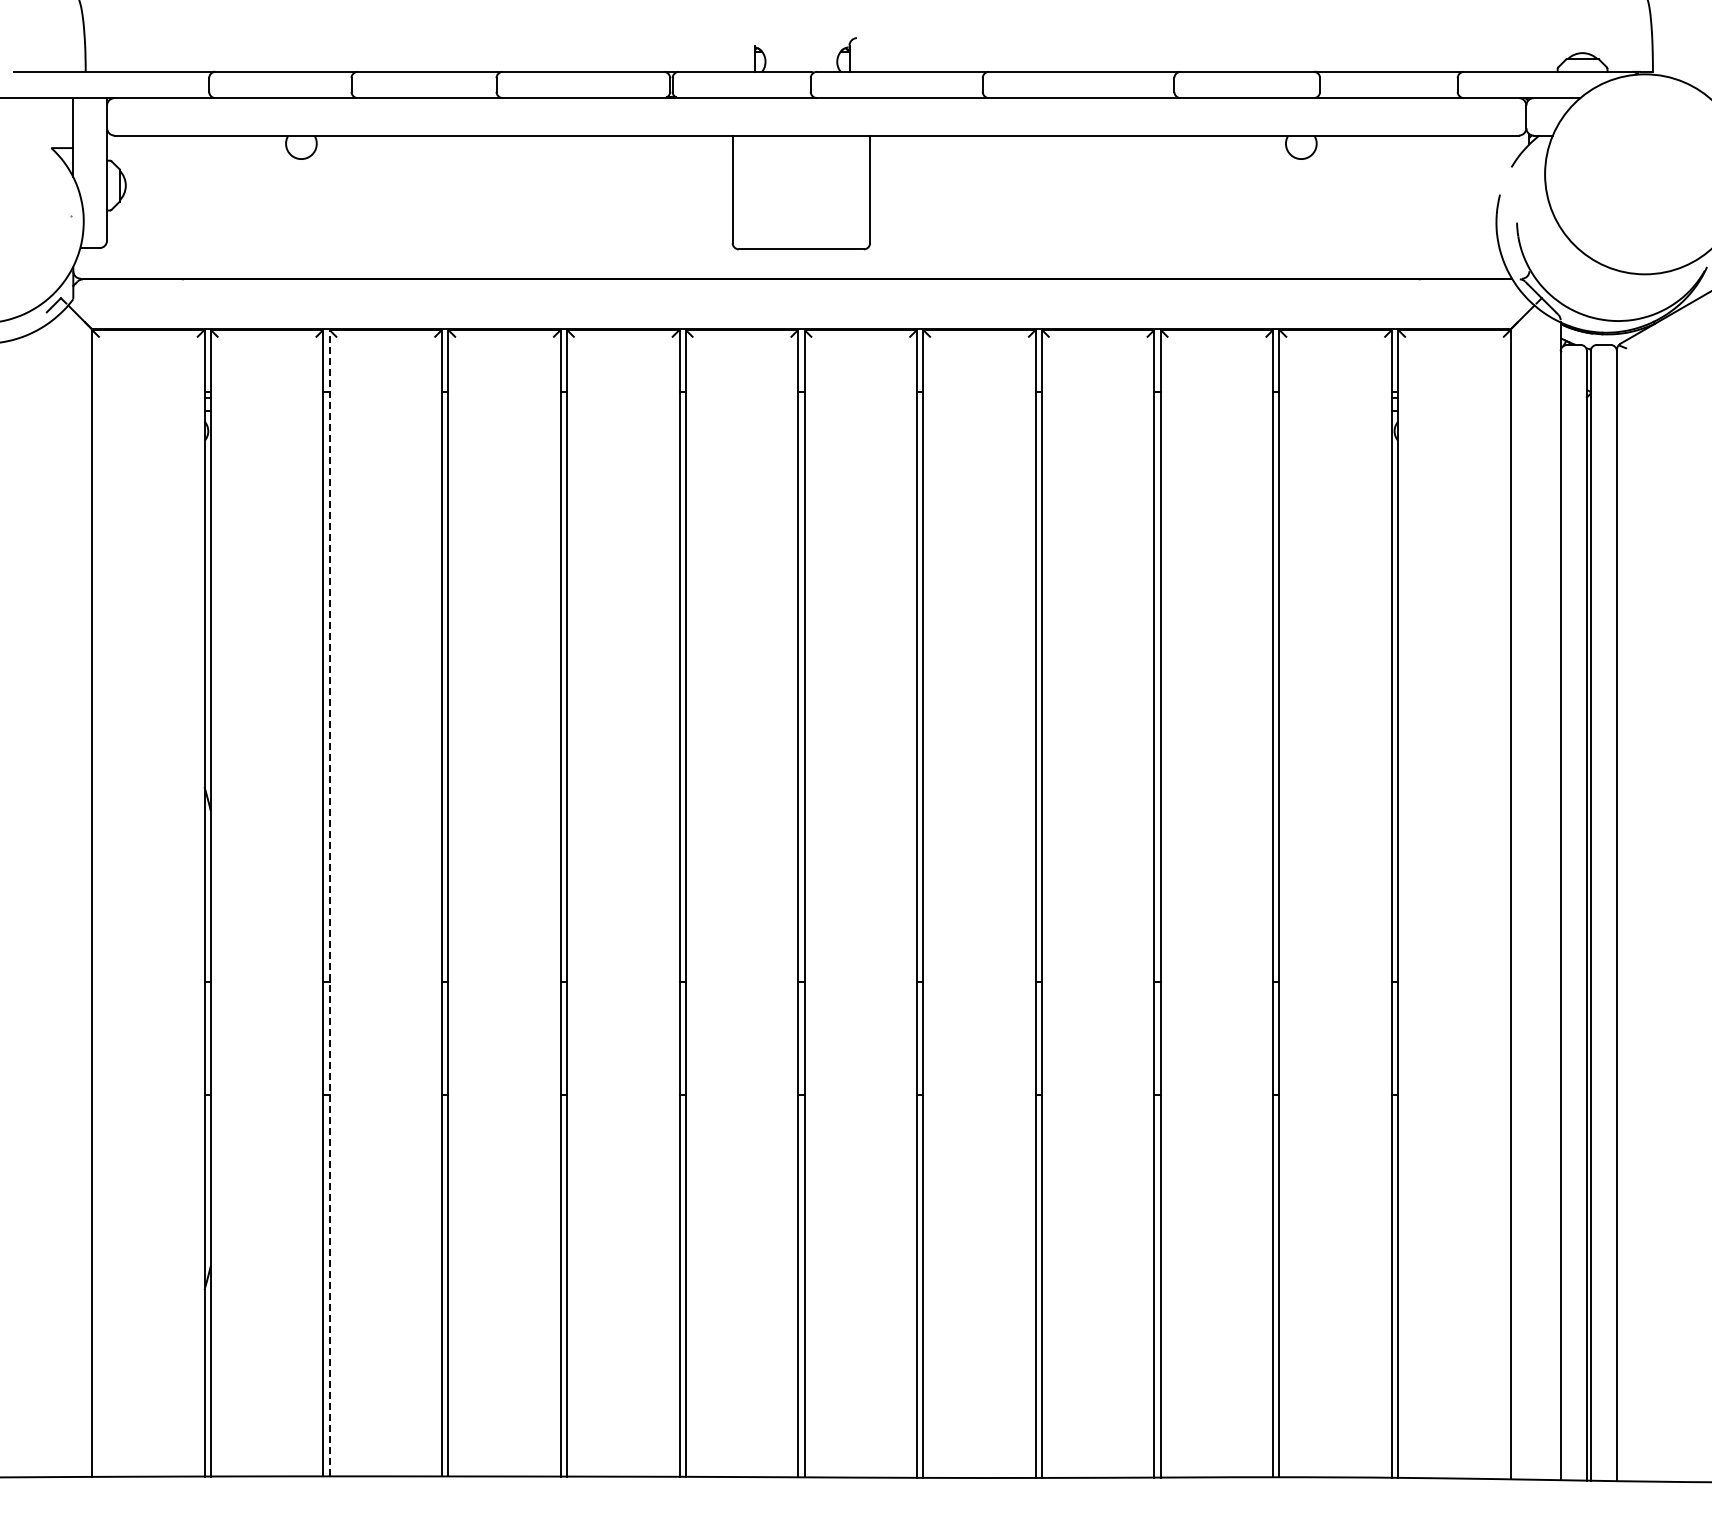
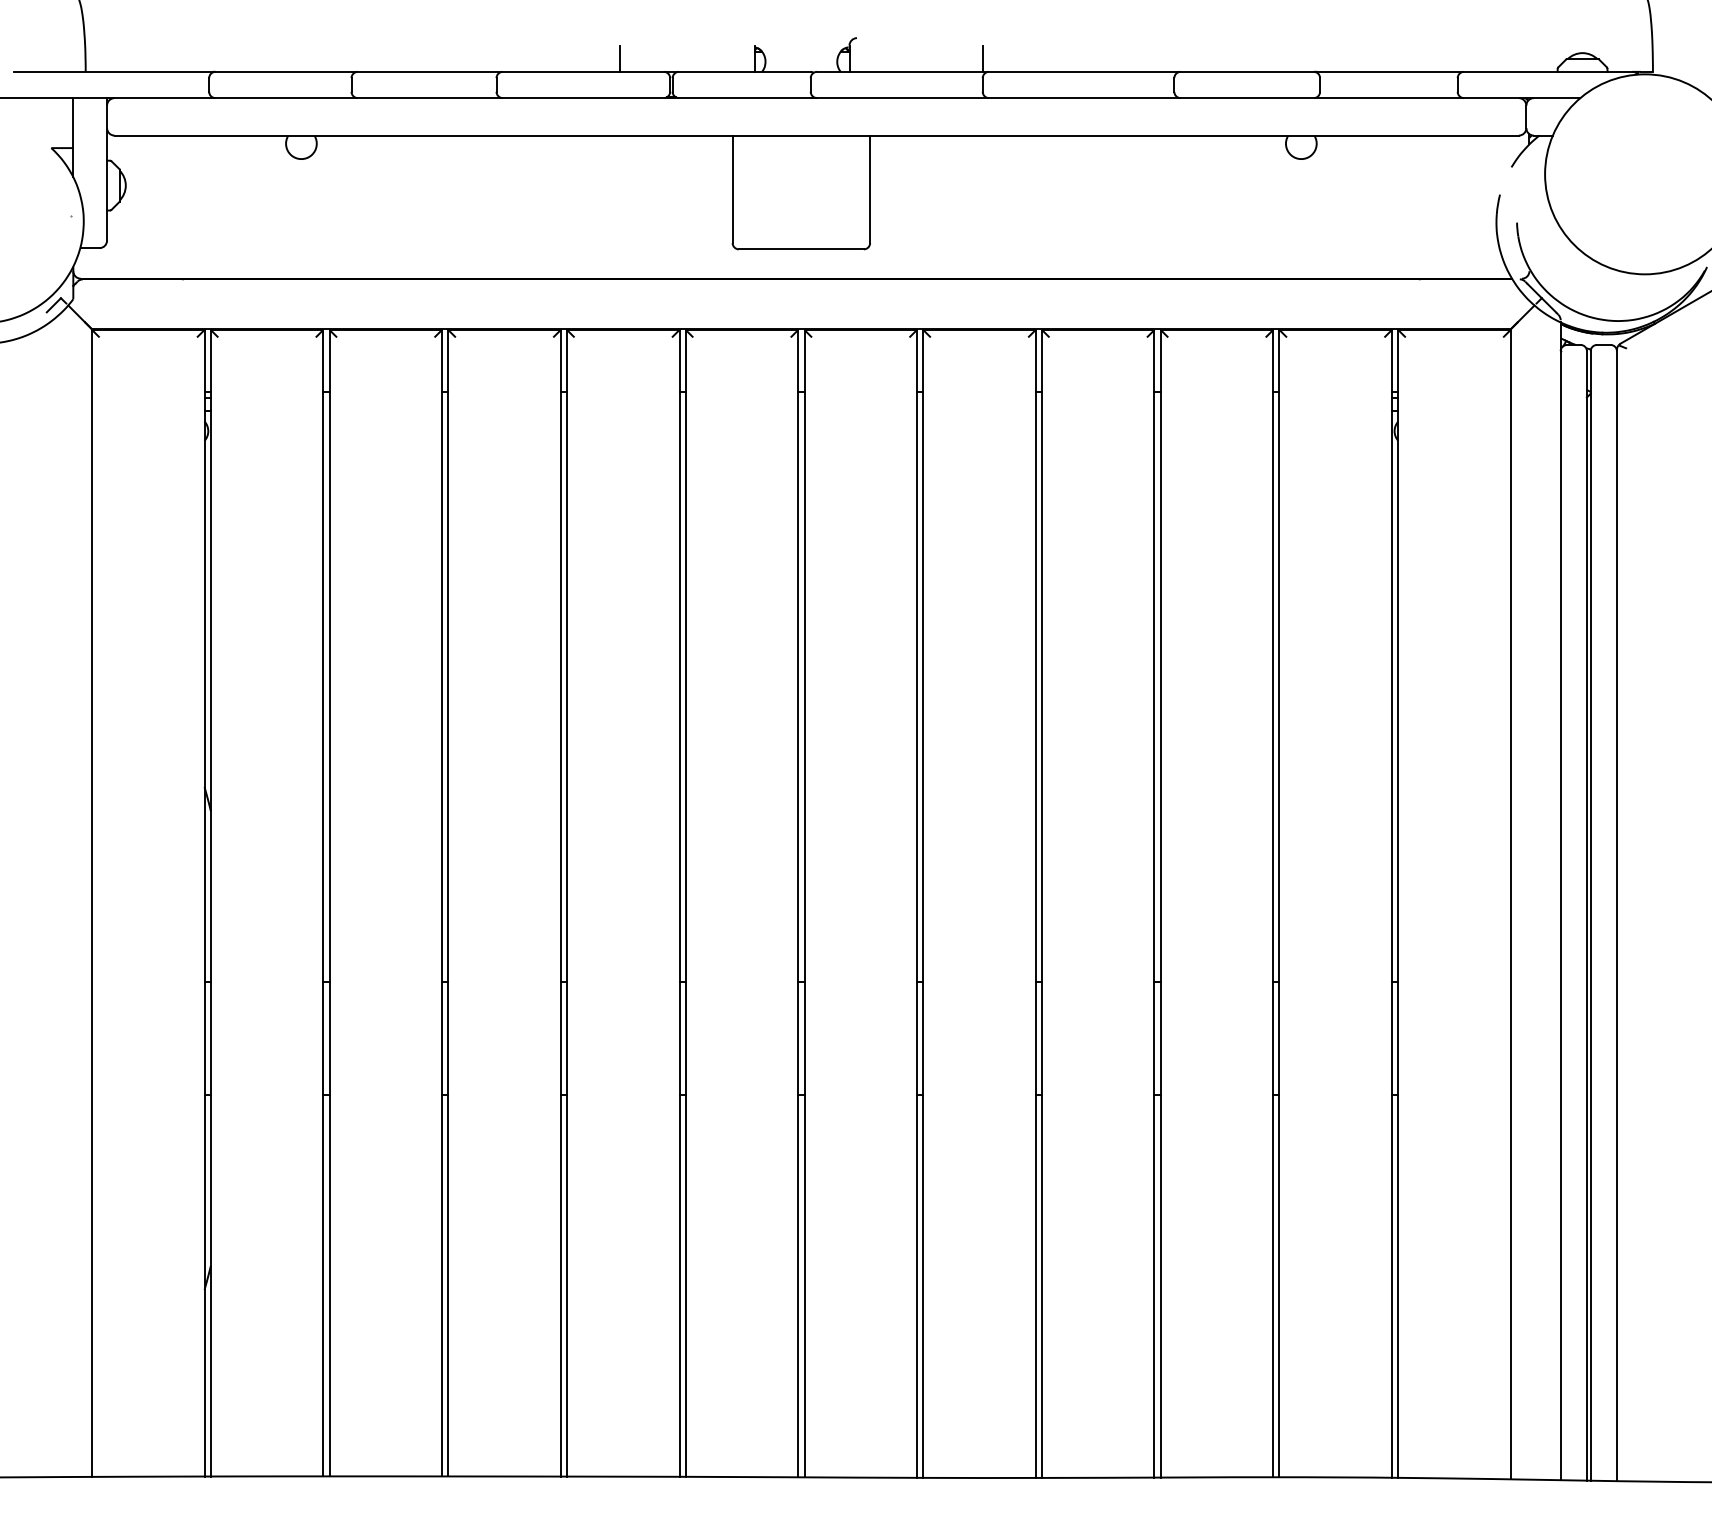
line at (620, 58): none -> present
line at (982, 58): none -> present
line at (329, 902): dashed -> solid
